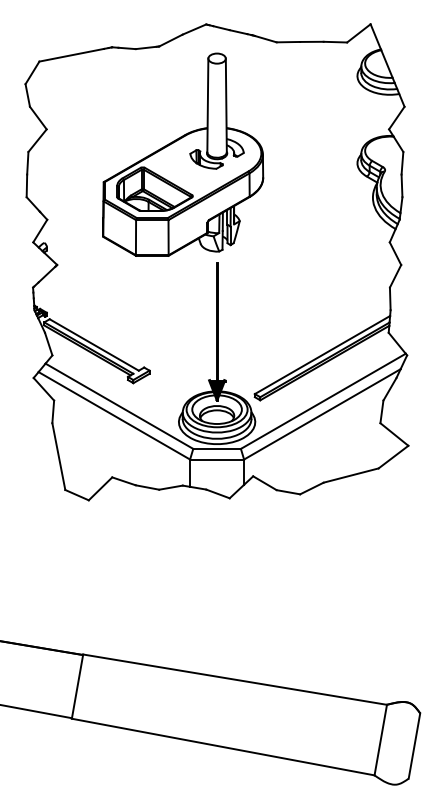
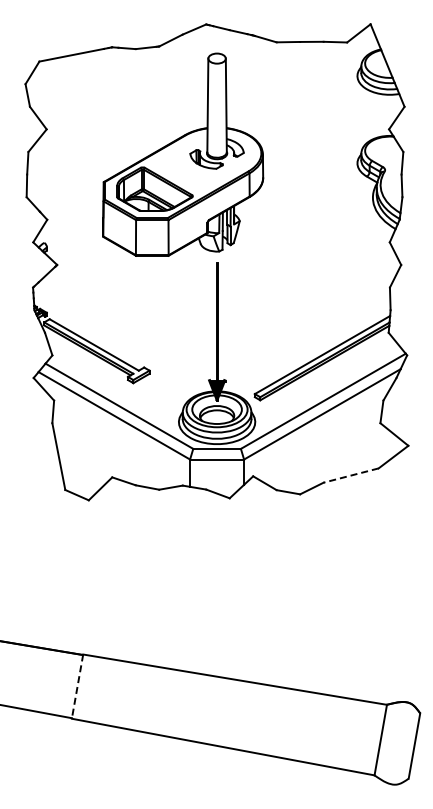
line at (350, 475): solid -> dashed
line at (77, 686): solid -> dashed
